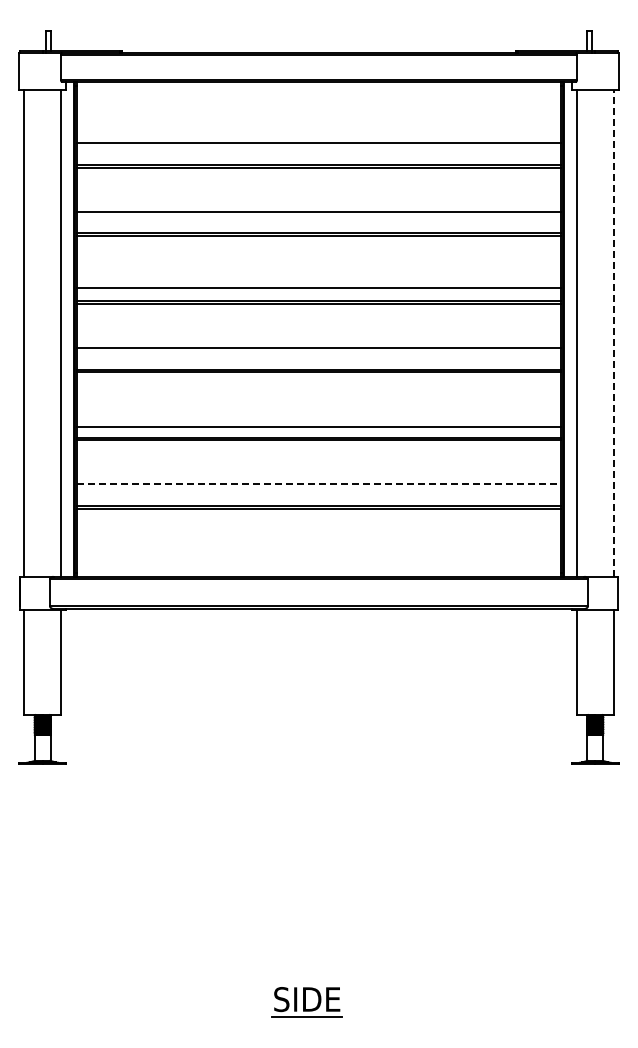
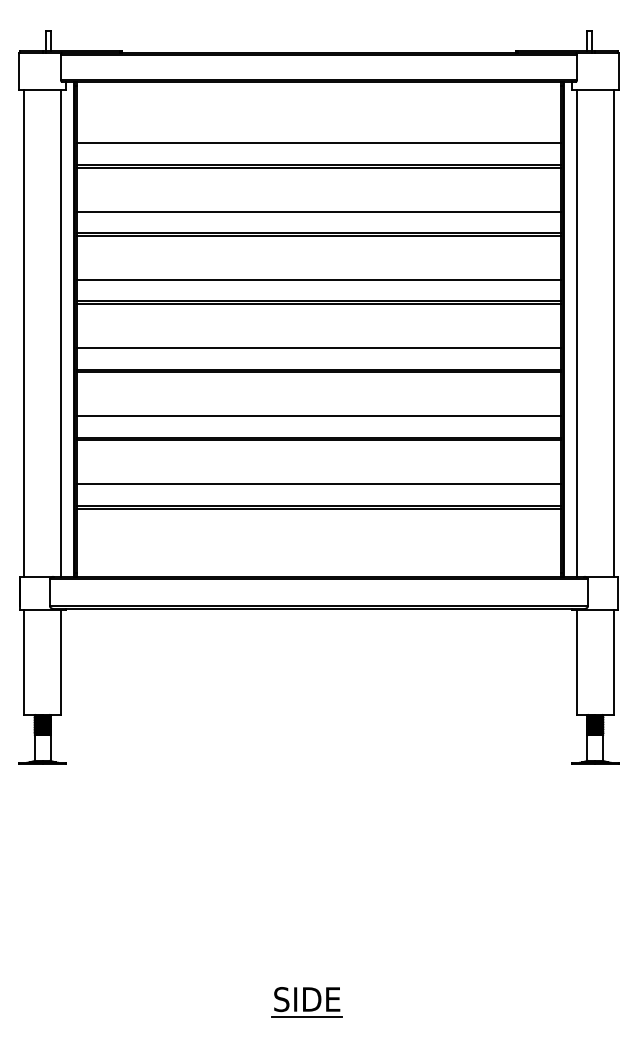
line at (318, 287) position: (318, 287) -> (318, 279)
line at (613, 332): dashed -> solid
line at (318, 427) position: (318, 427) -> (318, 416)
line at (319, 484): dashed -> solid
